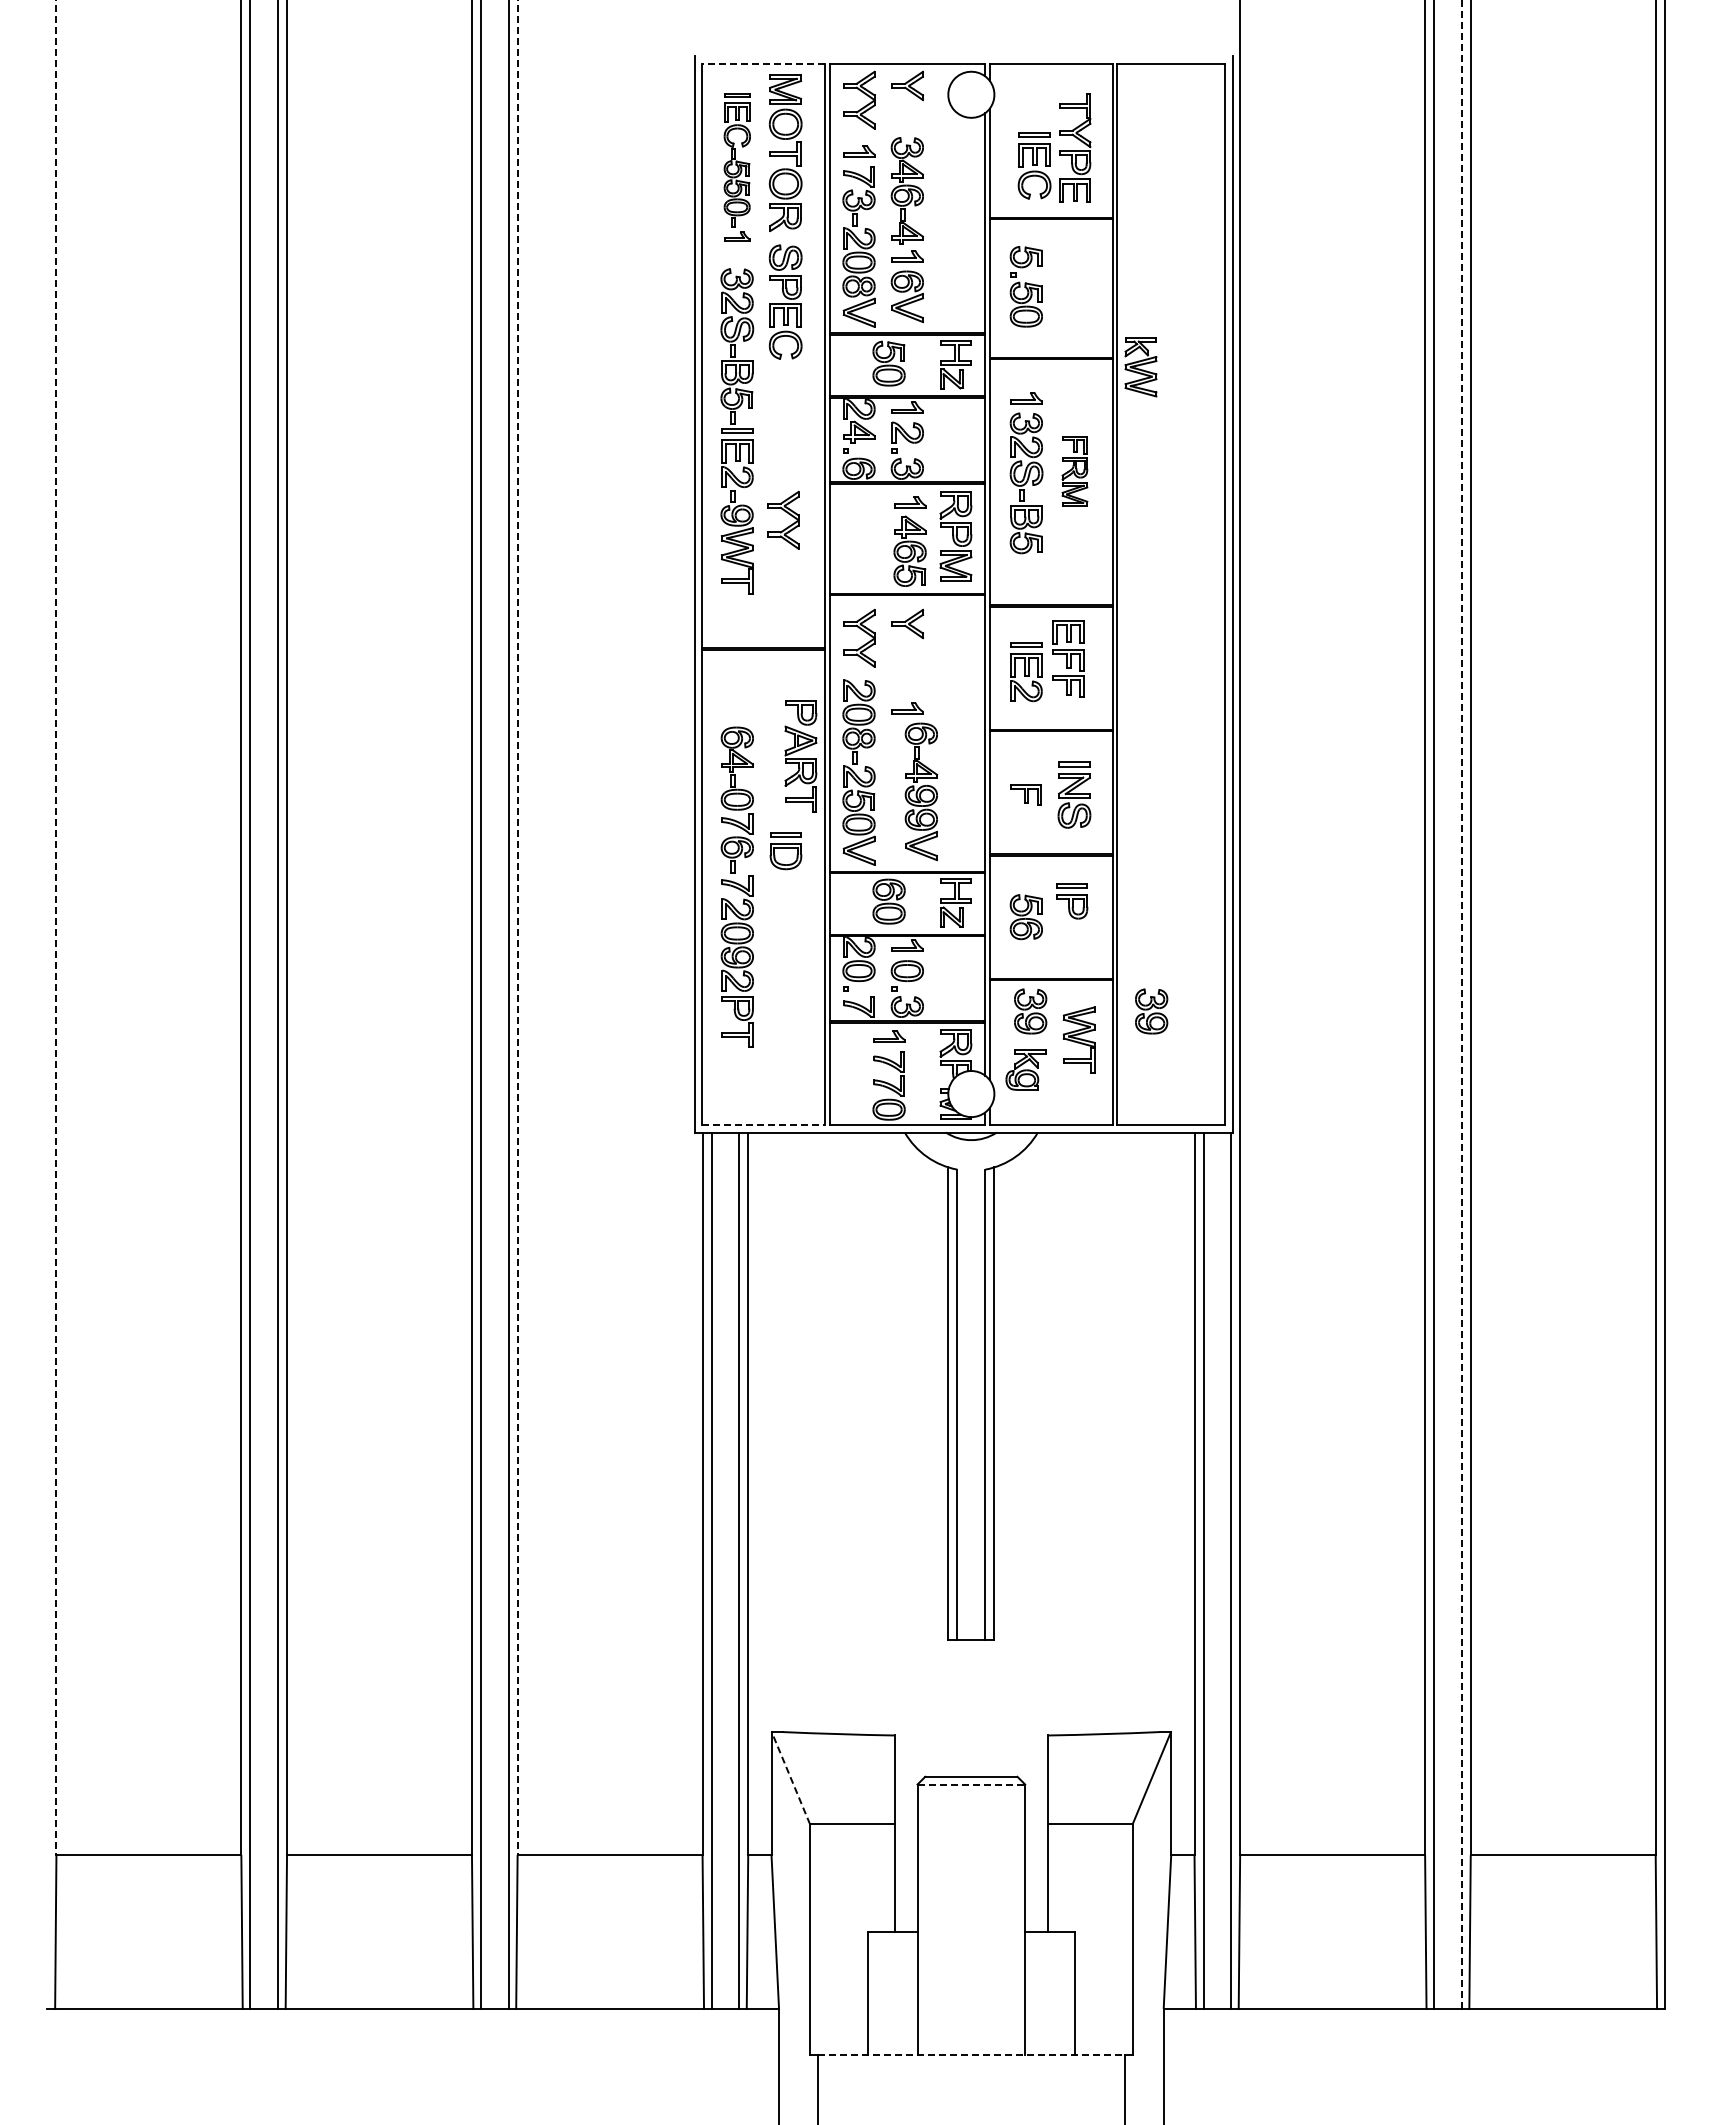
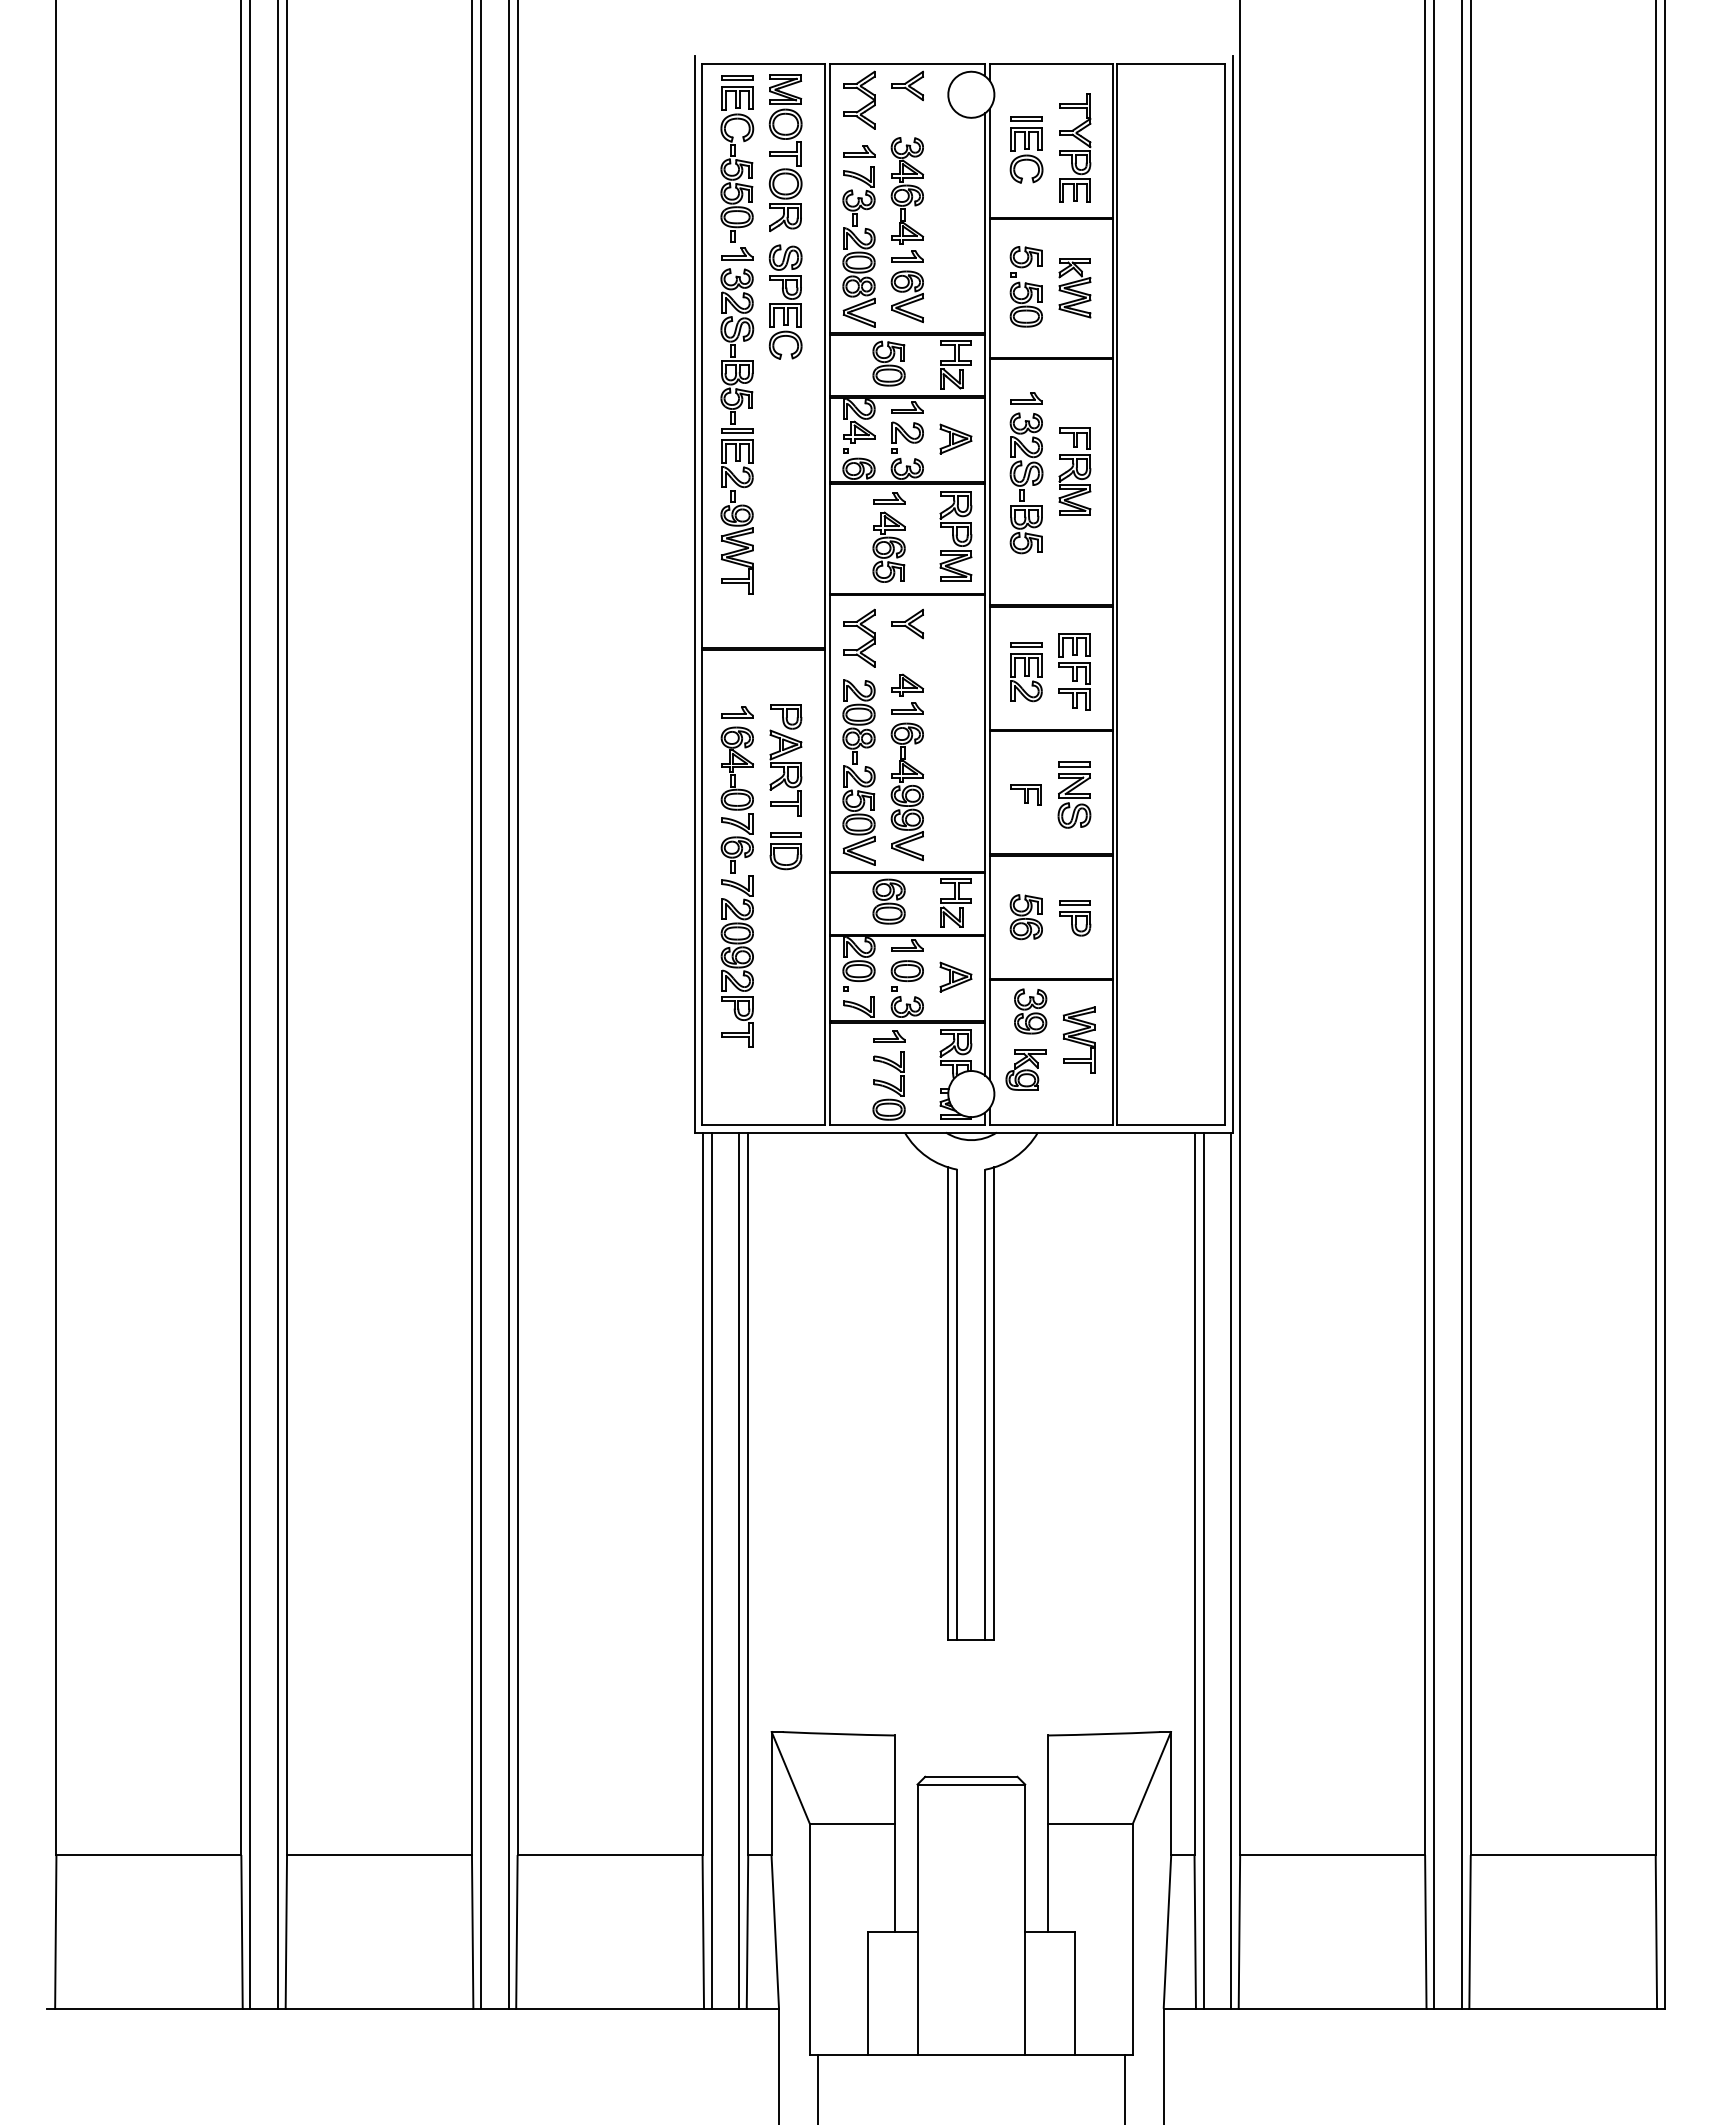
line at (763, 64): dashed -> solid
part at (1034, 165) position: (1034, 165) -> (1026, 149)
part at (736, 167) size: 28x149 px -> 35x186 px
part at (1140, 367) position: (1140, 367) -> (1074, 288)
part at (955, 438): none -> present
part at (1074, 471) size: 28x71 px -> 34x89 px
part at (788, 514): present -> none
part at (909, 541) position: (909, 541) -> (888, 537)
part at (1068, 658) position: (1068, 658) -> (1074, 671)
part at (907, 684): none -> present
part at (737, 712): none -> present
part at (800, 756) position: (800, 756) -> (785, 760)
part at (920, 791) position: (920, 791) -> (906, 791)
part at (1072, 901) position: (1072, 901) -> (1075, 918)
line at (56, 928): dashed -> solid
line at (517, 928): dashed -> solid
part at (955, 976): none -> present
line at (1461, 1003): dashed -> solid
part at (1151, 1011): present -> none
line at (764, 1124): dashed -> solid
line at (790, 1778): dashed -> solid
line at (971, 1784): dashed -> solid
line at (971, 2054): dashed -> solid
